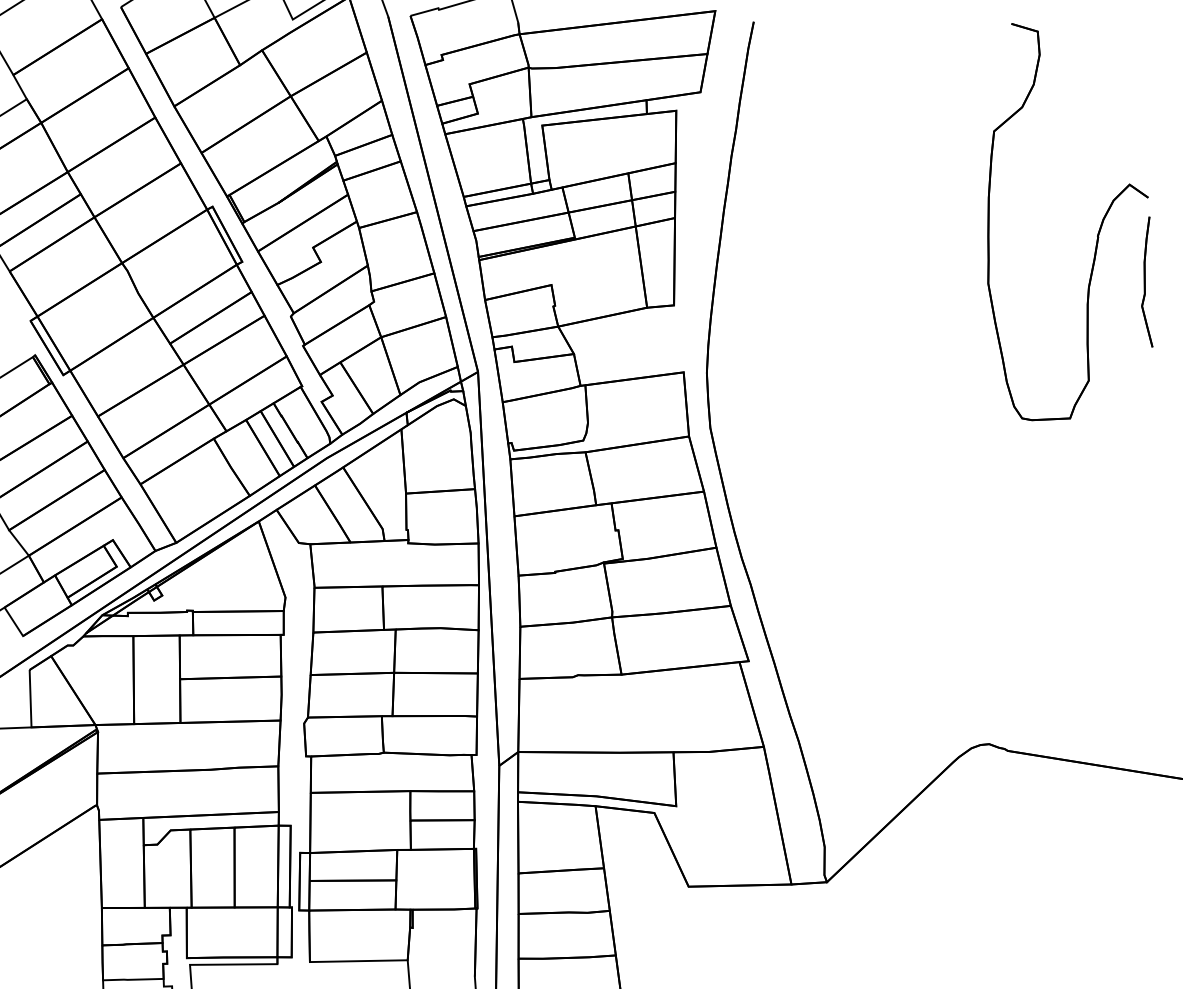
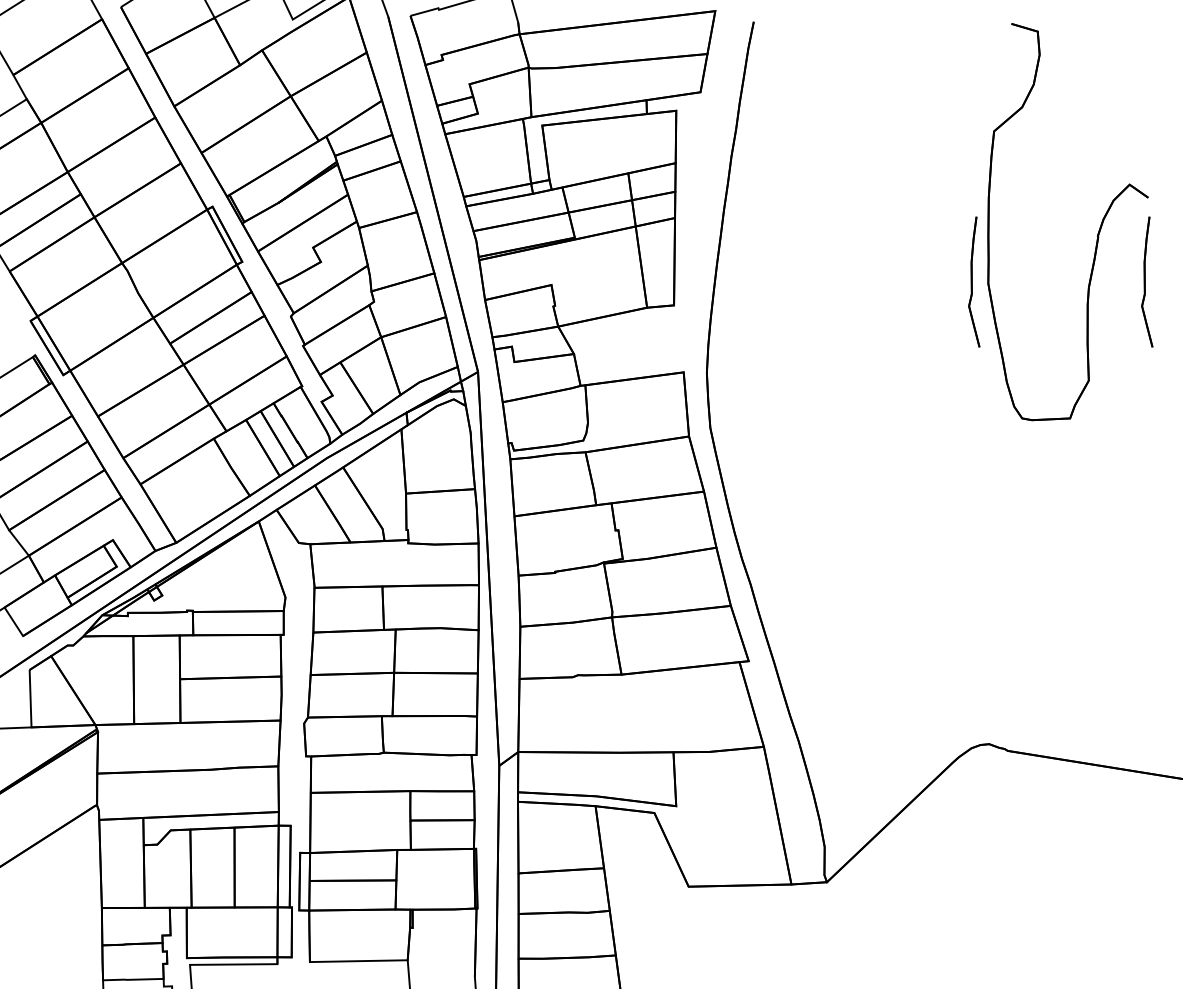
part at (974, 281): none -> present
